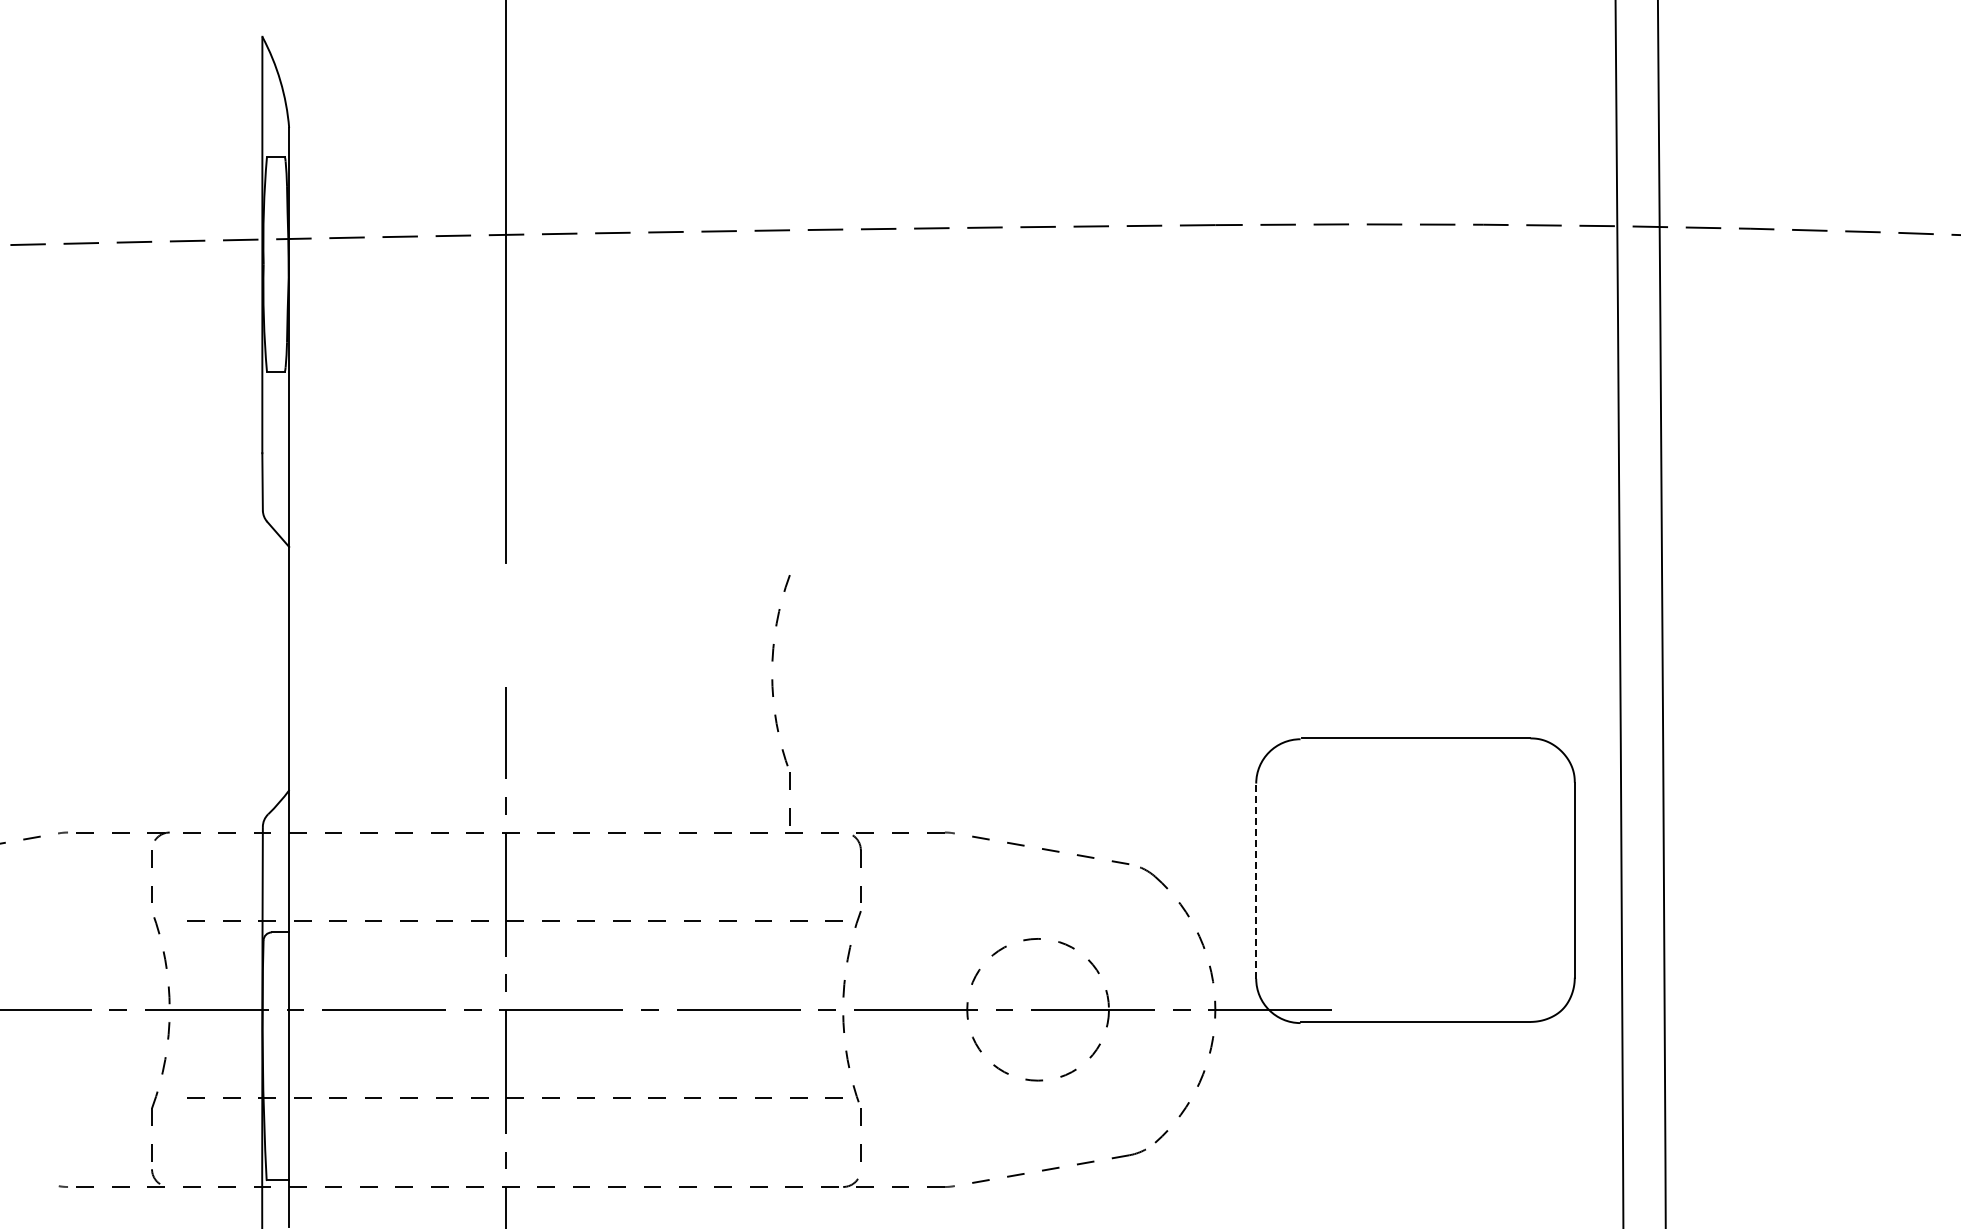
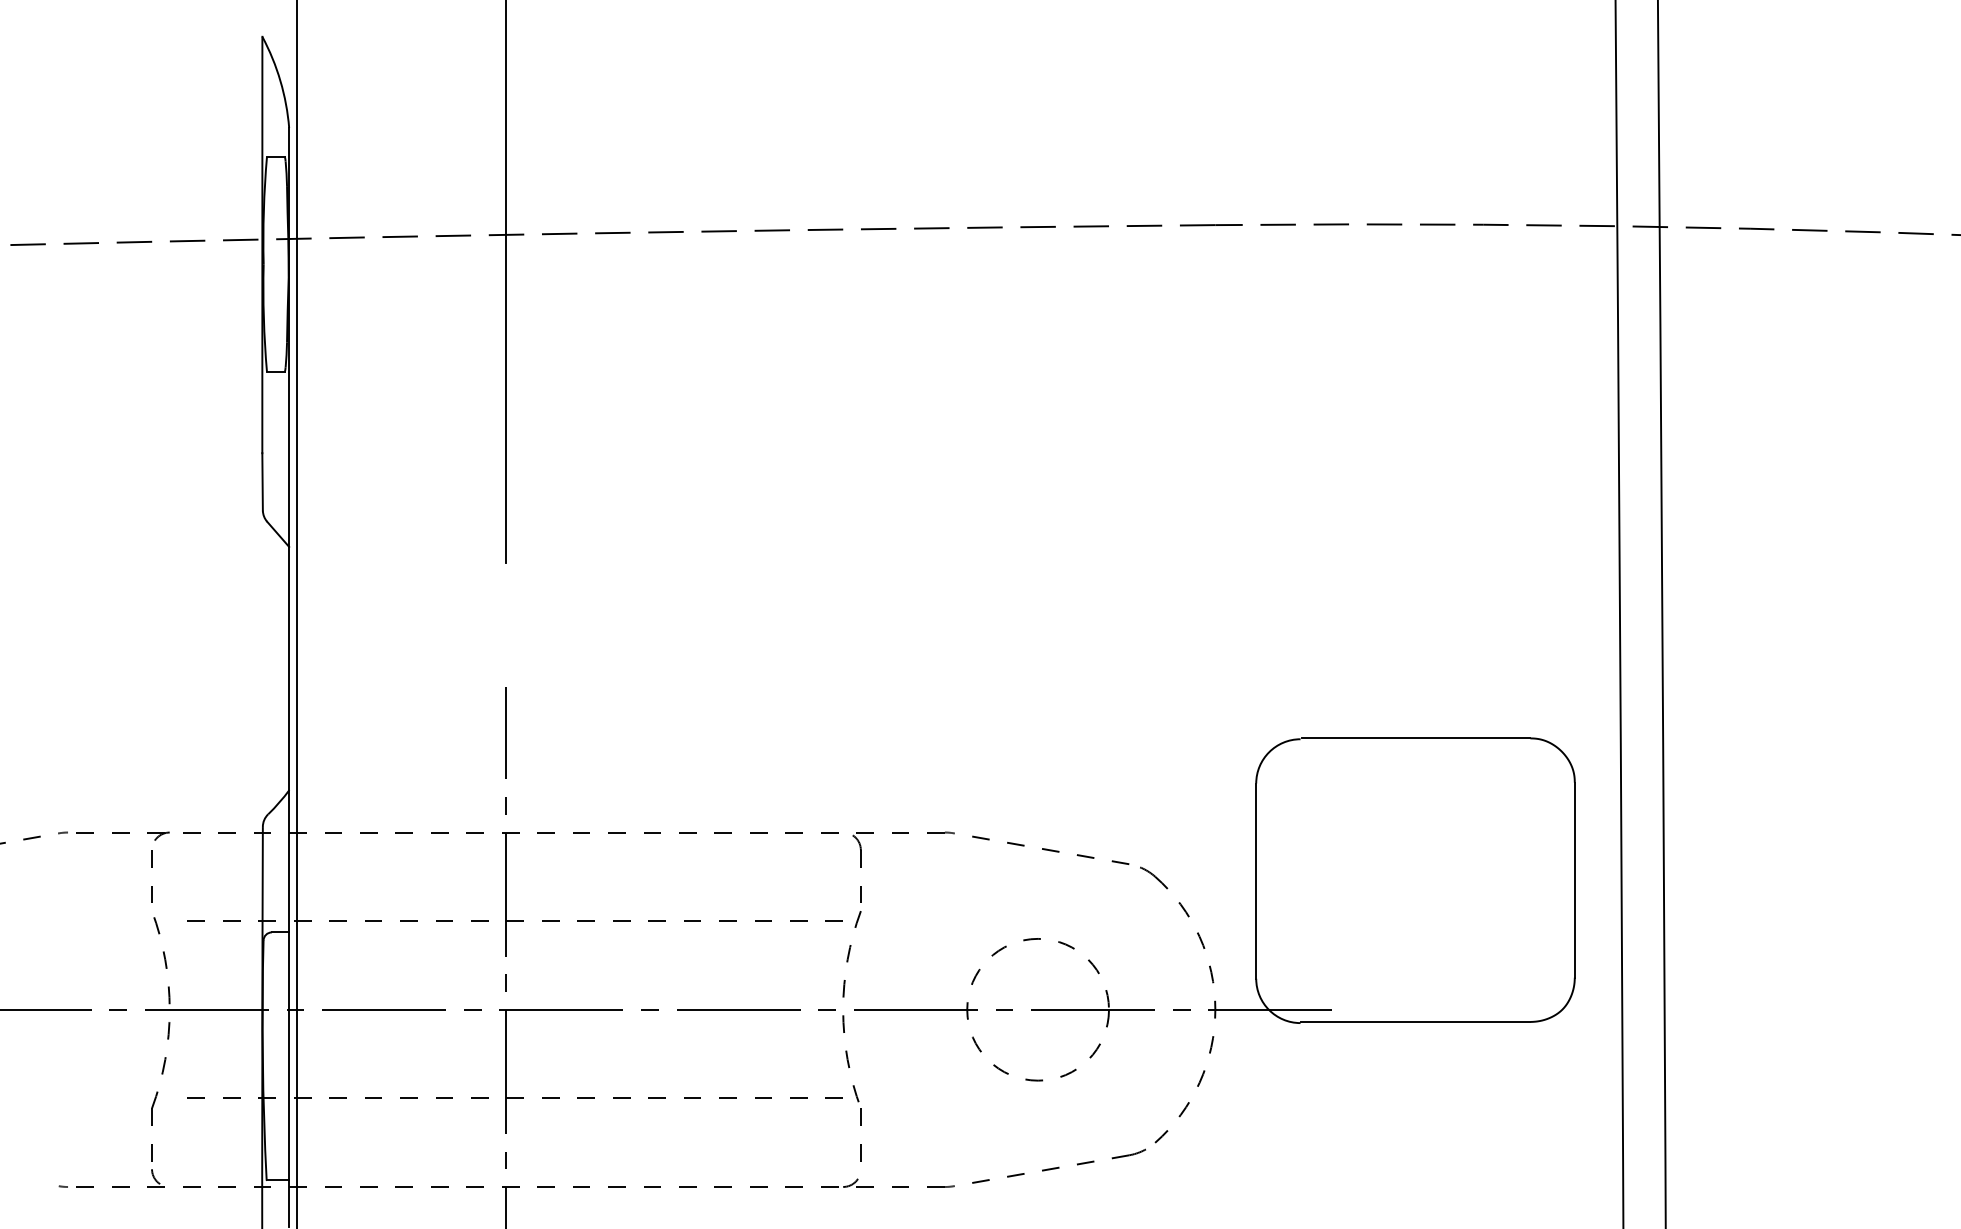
line at (297, 613): none -> present
part at (773, 696): present -> none
line at (1256, 881): dashed -> solid
